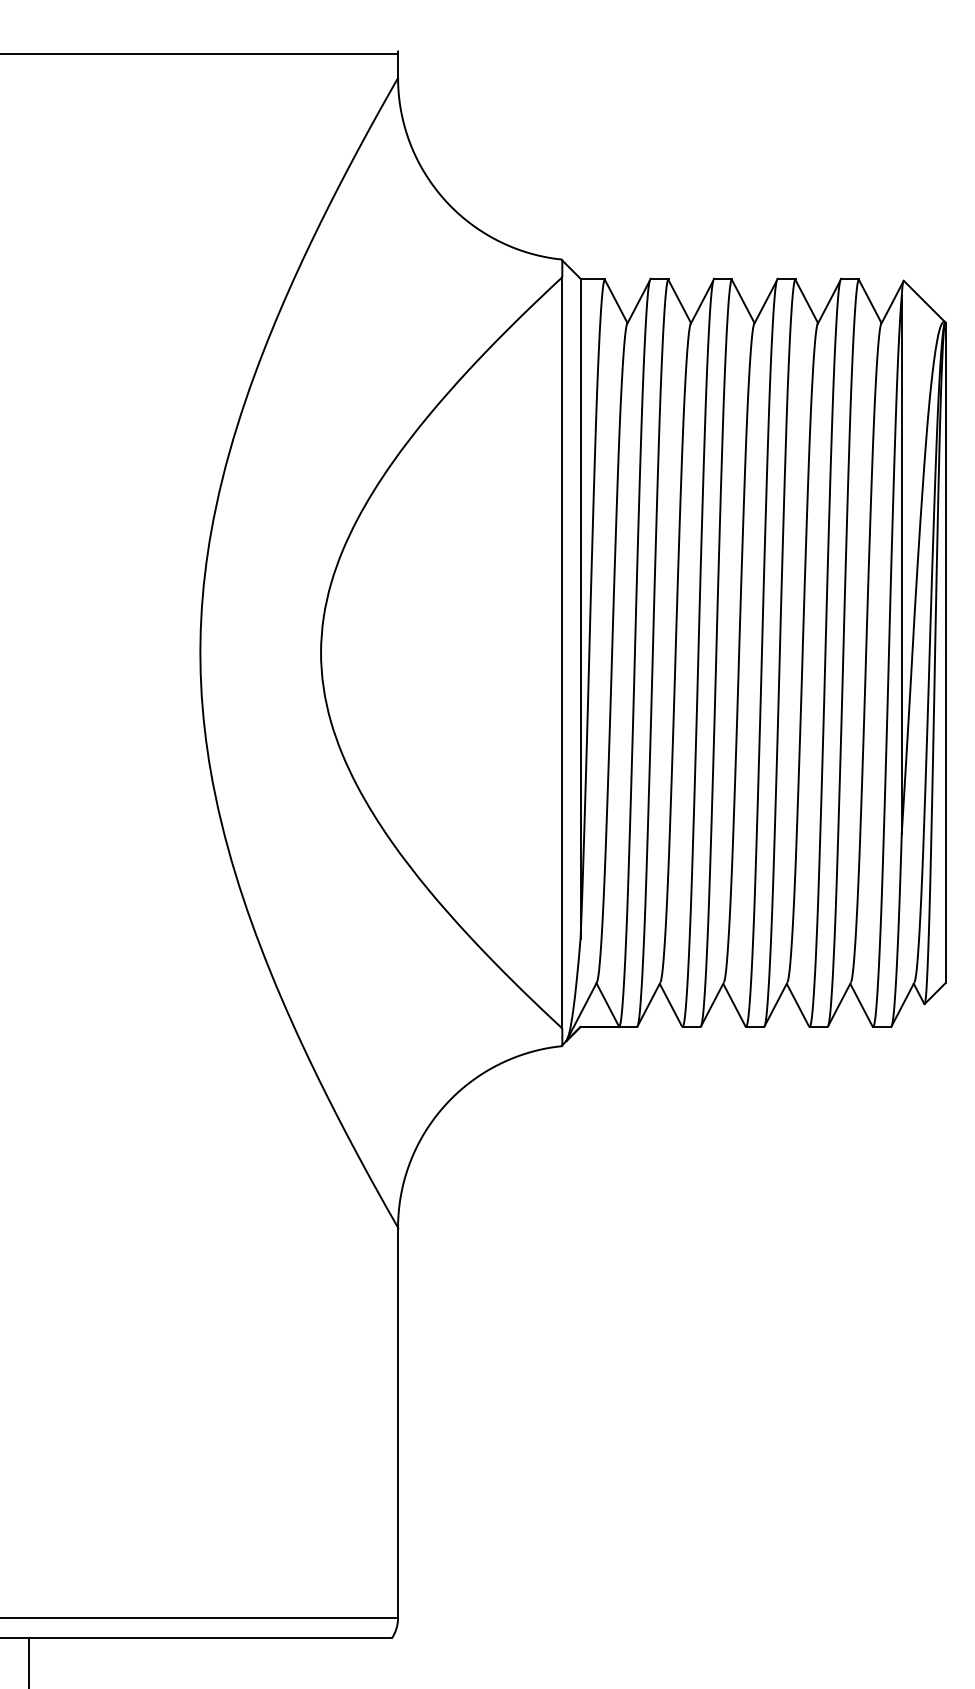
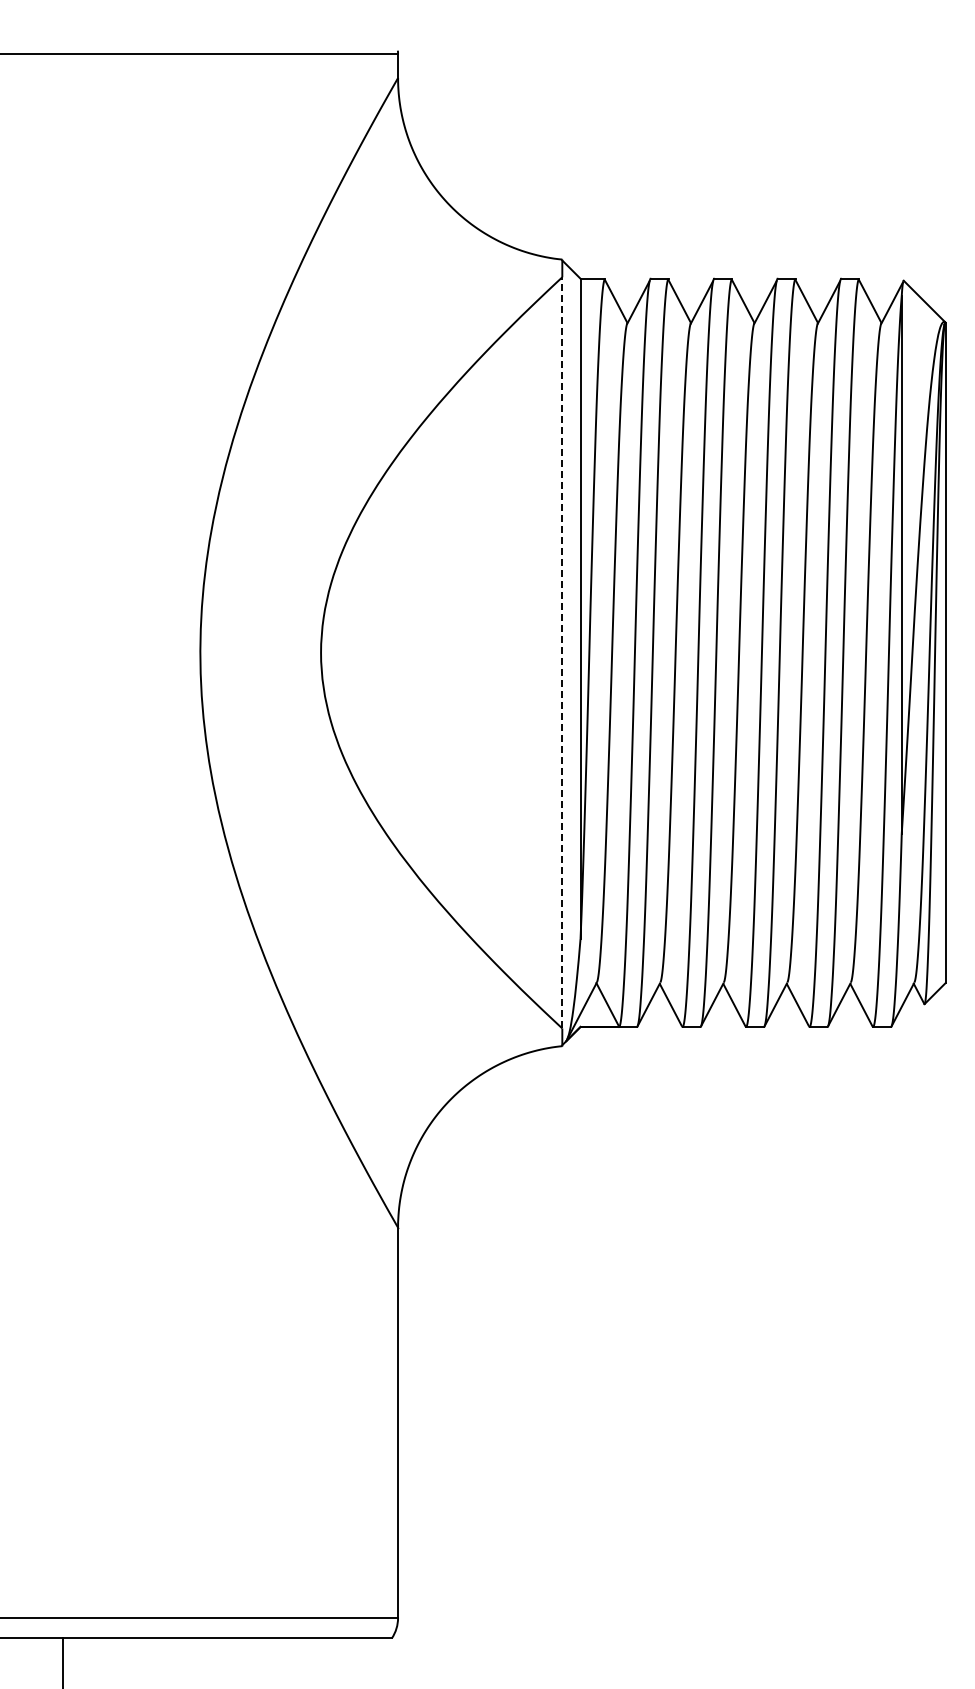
line at (562, 652): solid -> dashed
line at (29, 1661) position: (29, 1661) -> (63, 1661)
